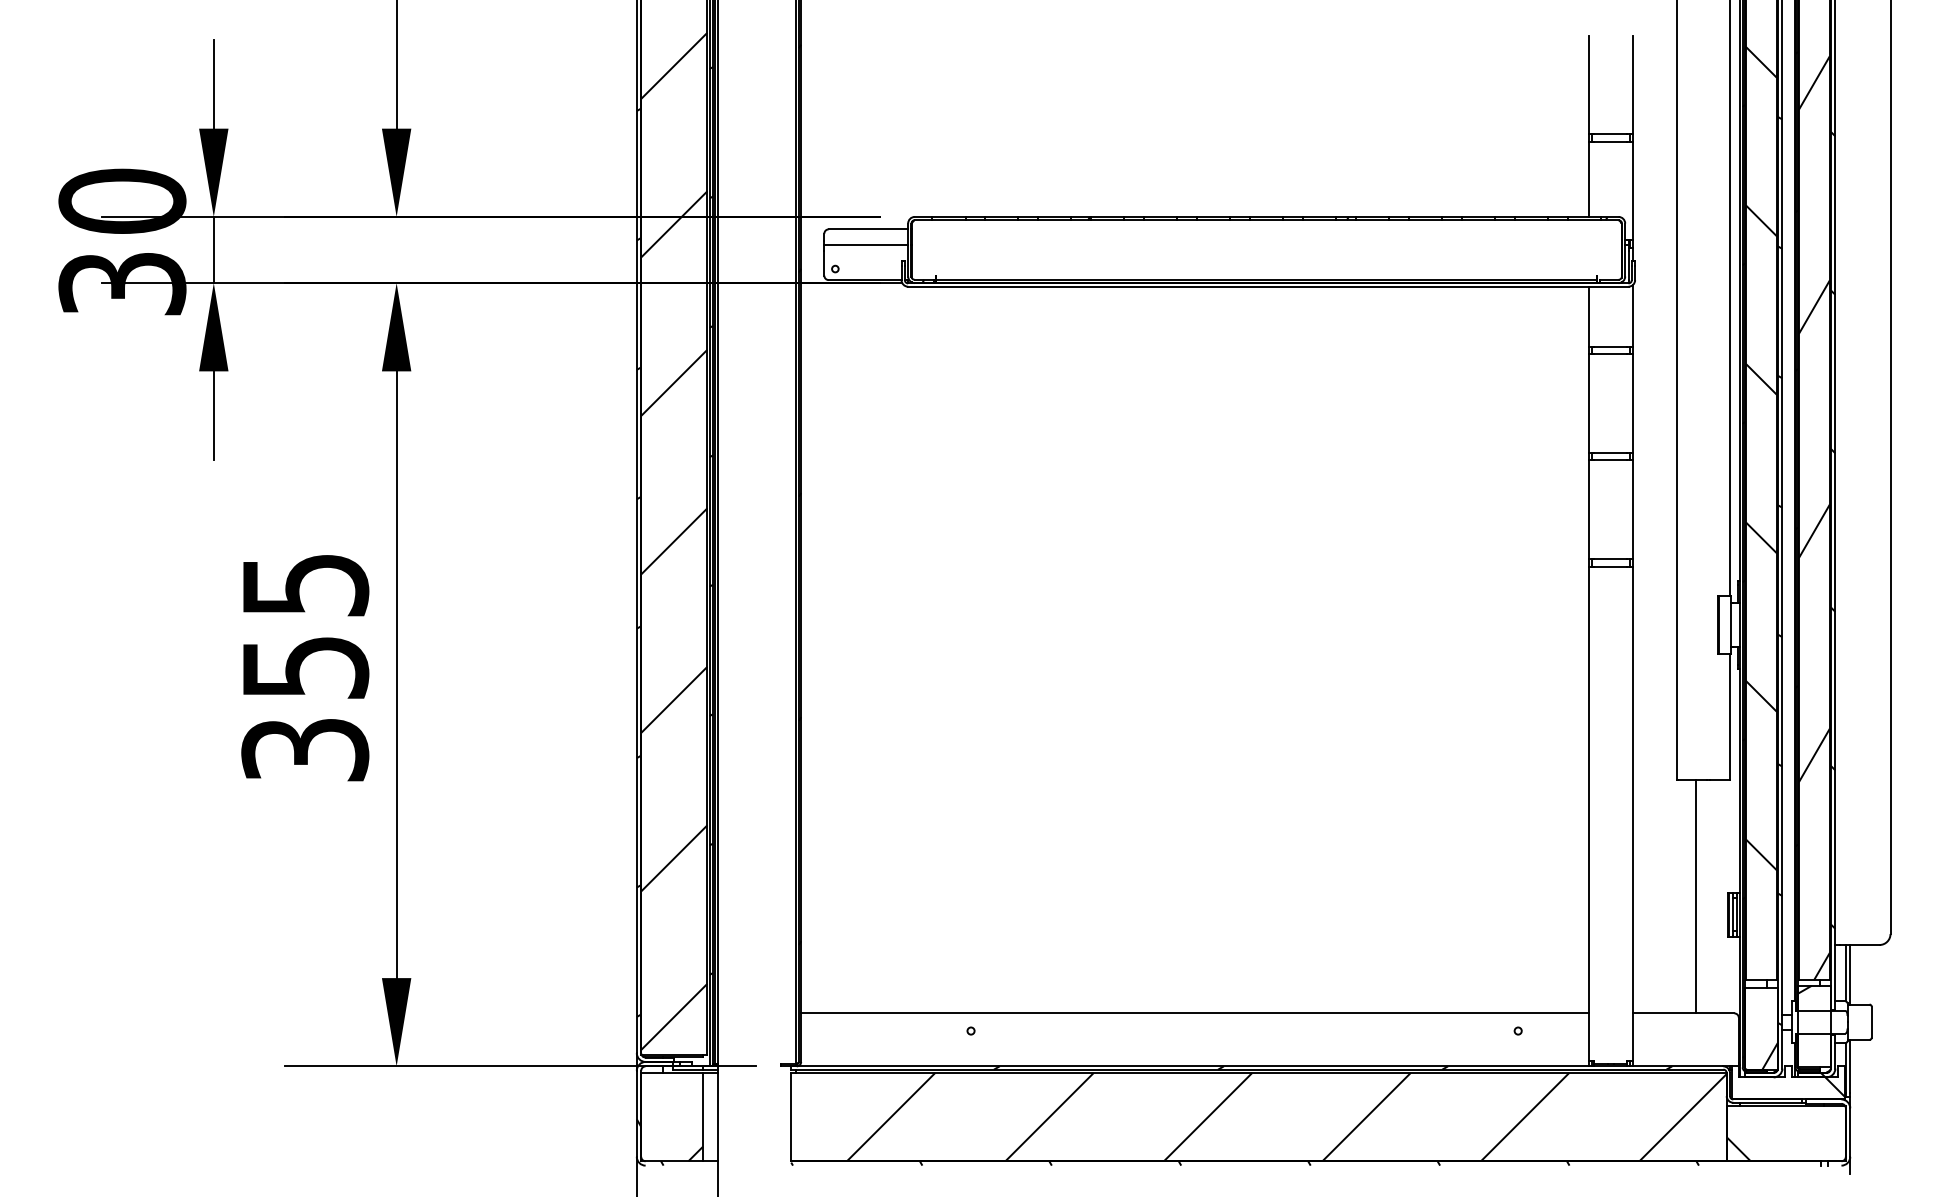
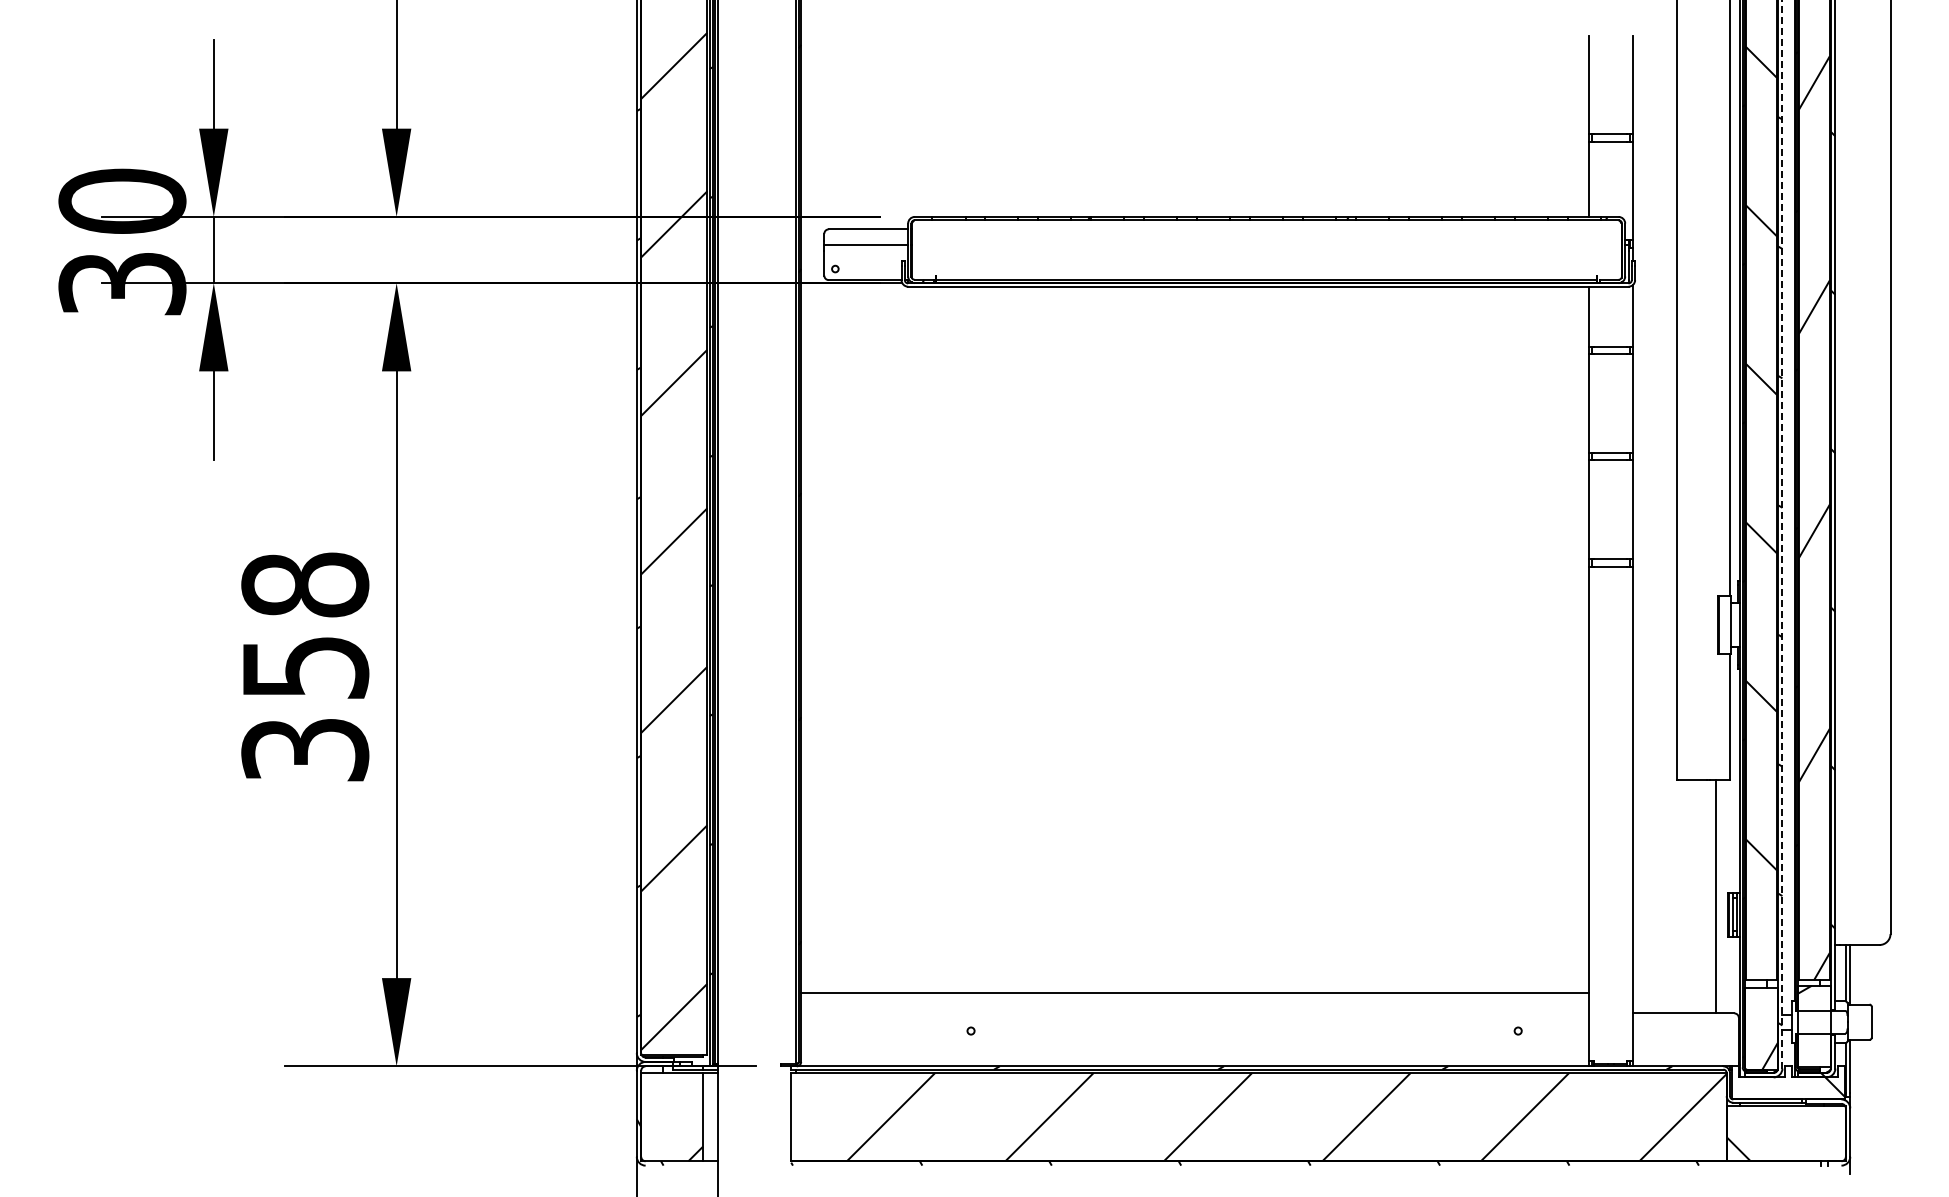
line at (1782, 534): solid -> dashed
text at (305, 584): 355 -> 358
line at (1695, 896) position: (1695, 896) -> (1715, 896)
line at (1194, 1013) position: (1194, 1013) -> (1194, 993)
